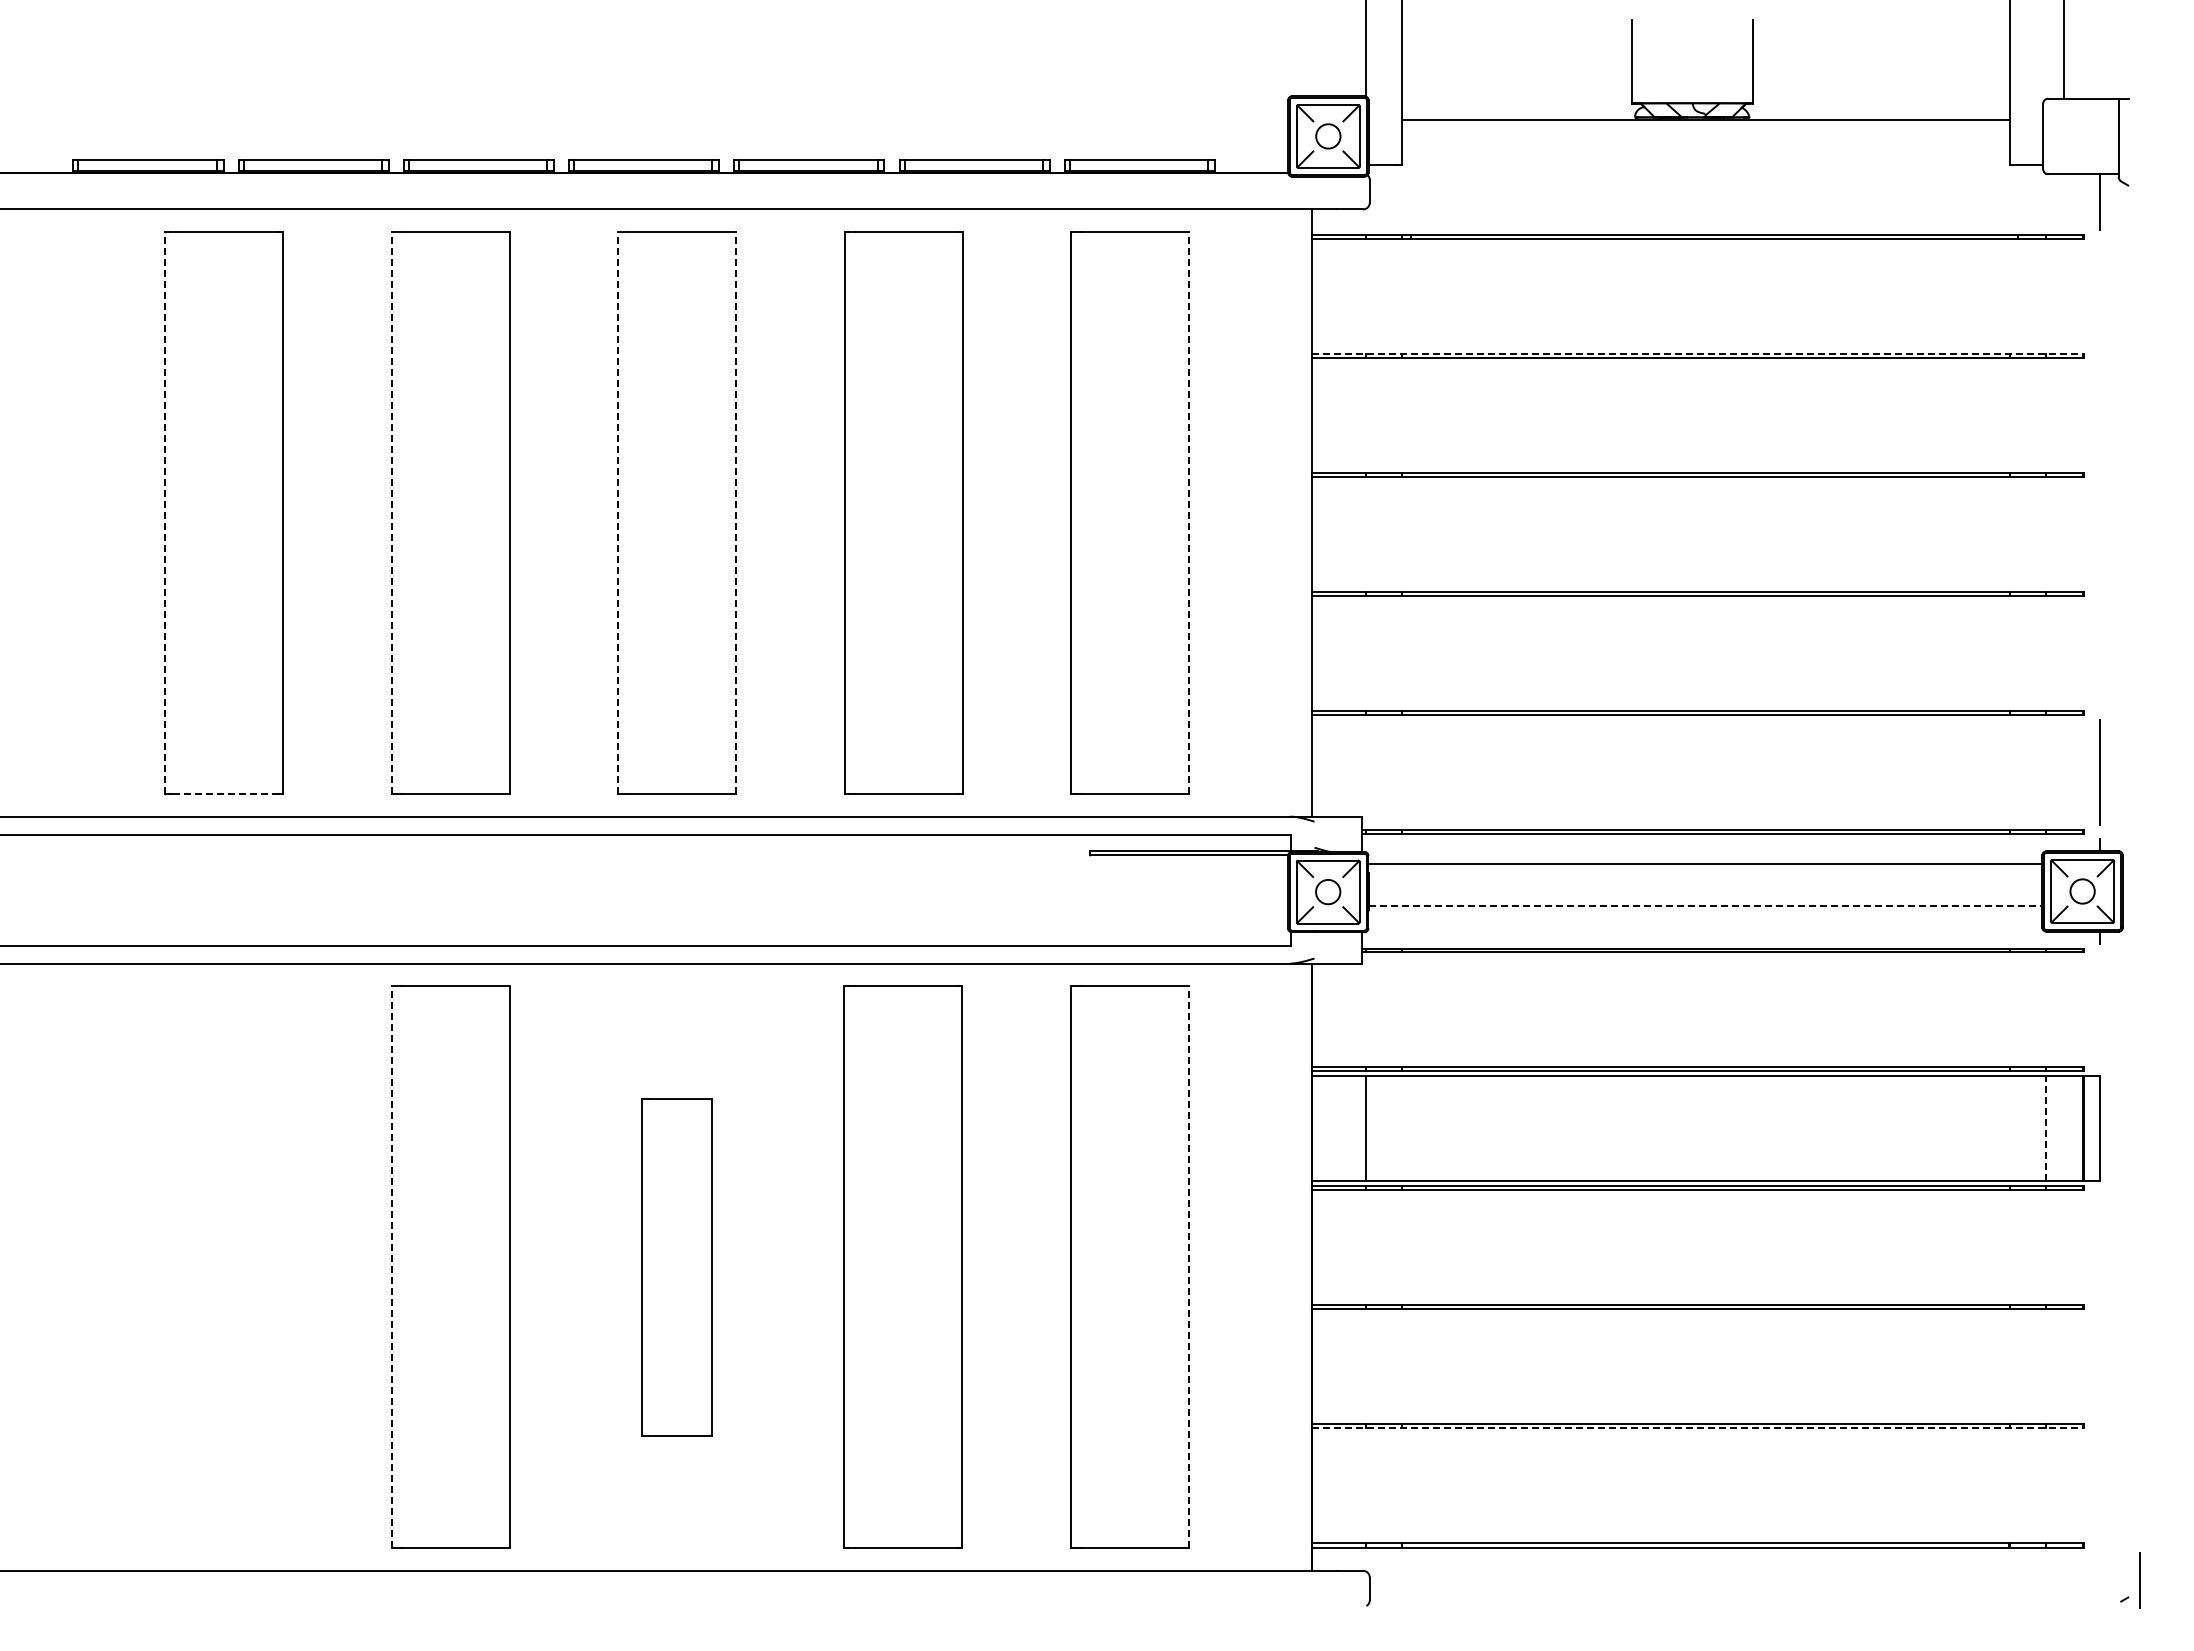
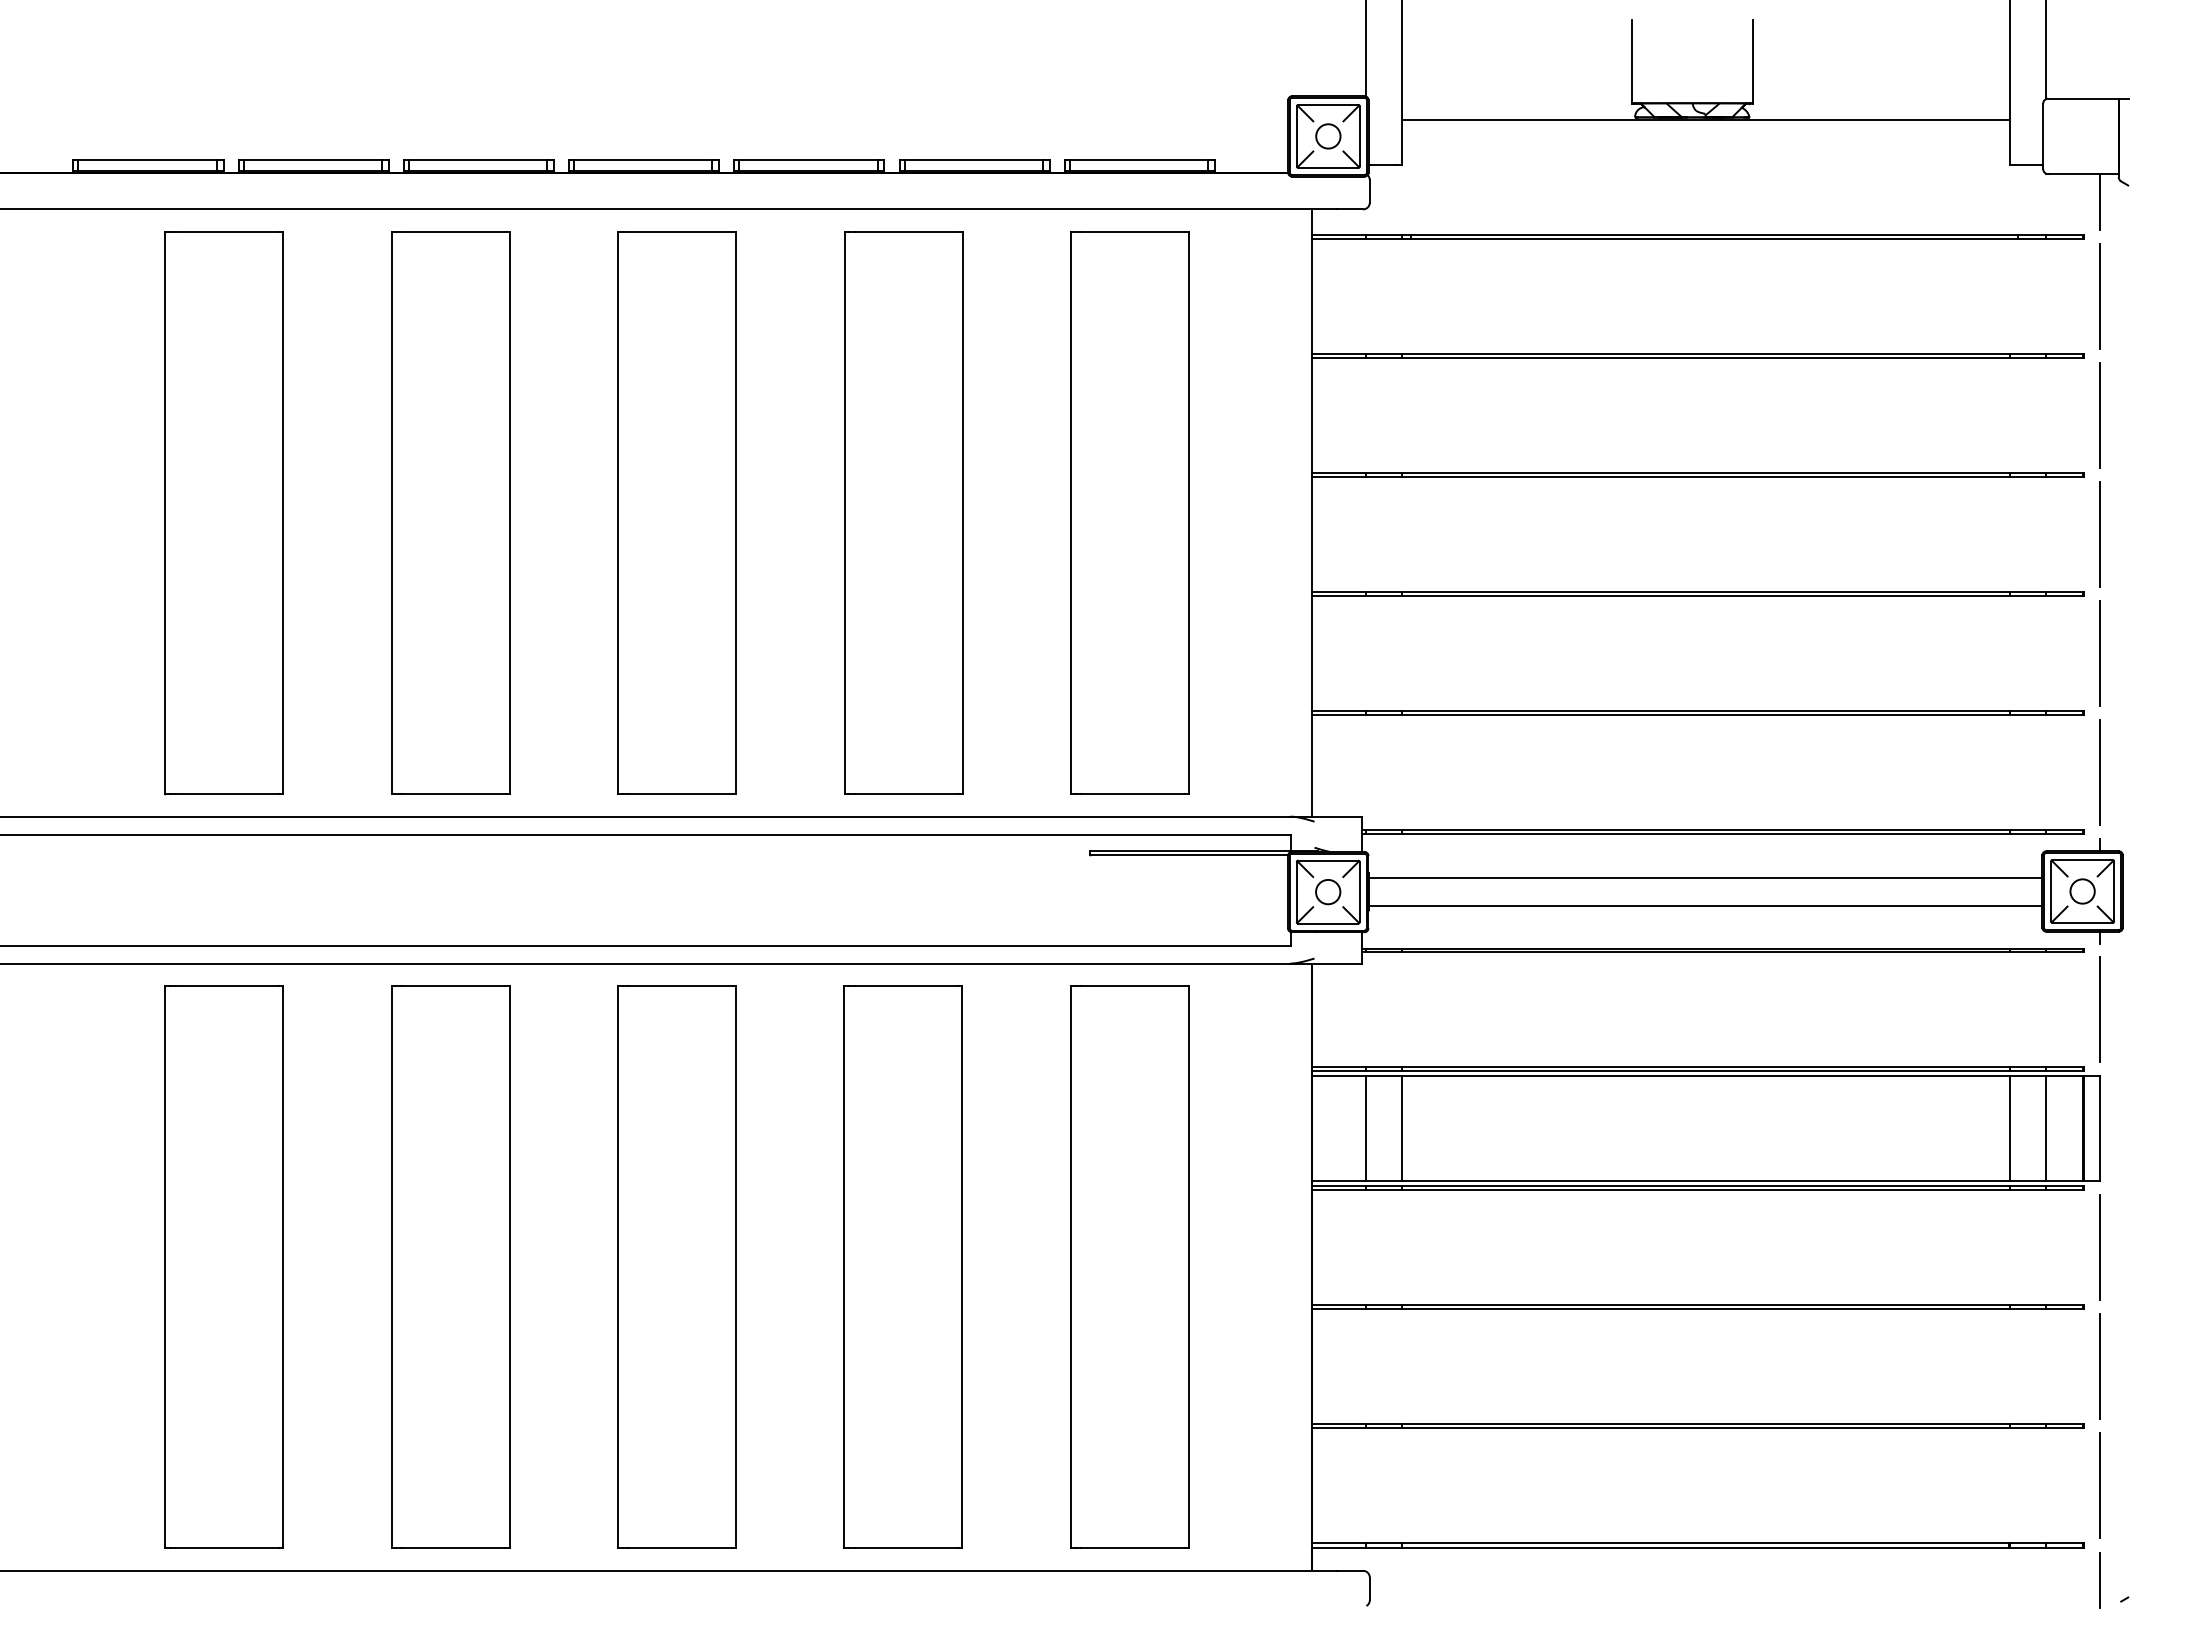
line at (2063, 50) position: (2063, 50) -> (2045, 50)
line at (2099, 295): none -> present
line at (1697, 353): dashed -> solid
line at (2099, 414): none -> present
line at (165, 512): dashed -> solid
line at (391, 512): dashed -> solid
line at (618, 512): dashed -> solid
line at (736, 512): dashed -> solid
line at (1188, 512): dashed -> solid
line at (2099, 534): none -> present
line at (2099, 653): none -> present
line at (227, 794): dashed -> solid
line at (1705, 863) position: (1705, 863) -> (1705, 877)
line at (1705, 906): dashed -> solid
line at (2099, 1008): none -> present
line at (1402, 1128): none -> present
line at (2009, 1128): none -> present
line at (2045, 1128): dashed -> solid
line at (2099, 1247): none -> present
part at (223, 1266): none -> present
line at (391, 1266): dashed -> solid
line at (1188, 1266): dashed -> solid
part at (676, 1267) size: 72x339 px -> 120x564 px
line at (2099, 1366): none -> present
line at (1698, 1428): dashed -> solid
line at (2099, 1485): none -> present
line at (2139, 1580) position: (2139, 1580) -> (2099, 1580)
